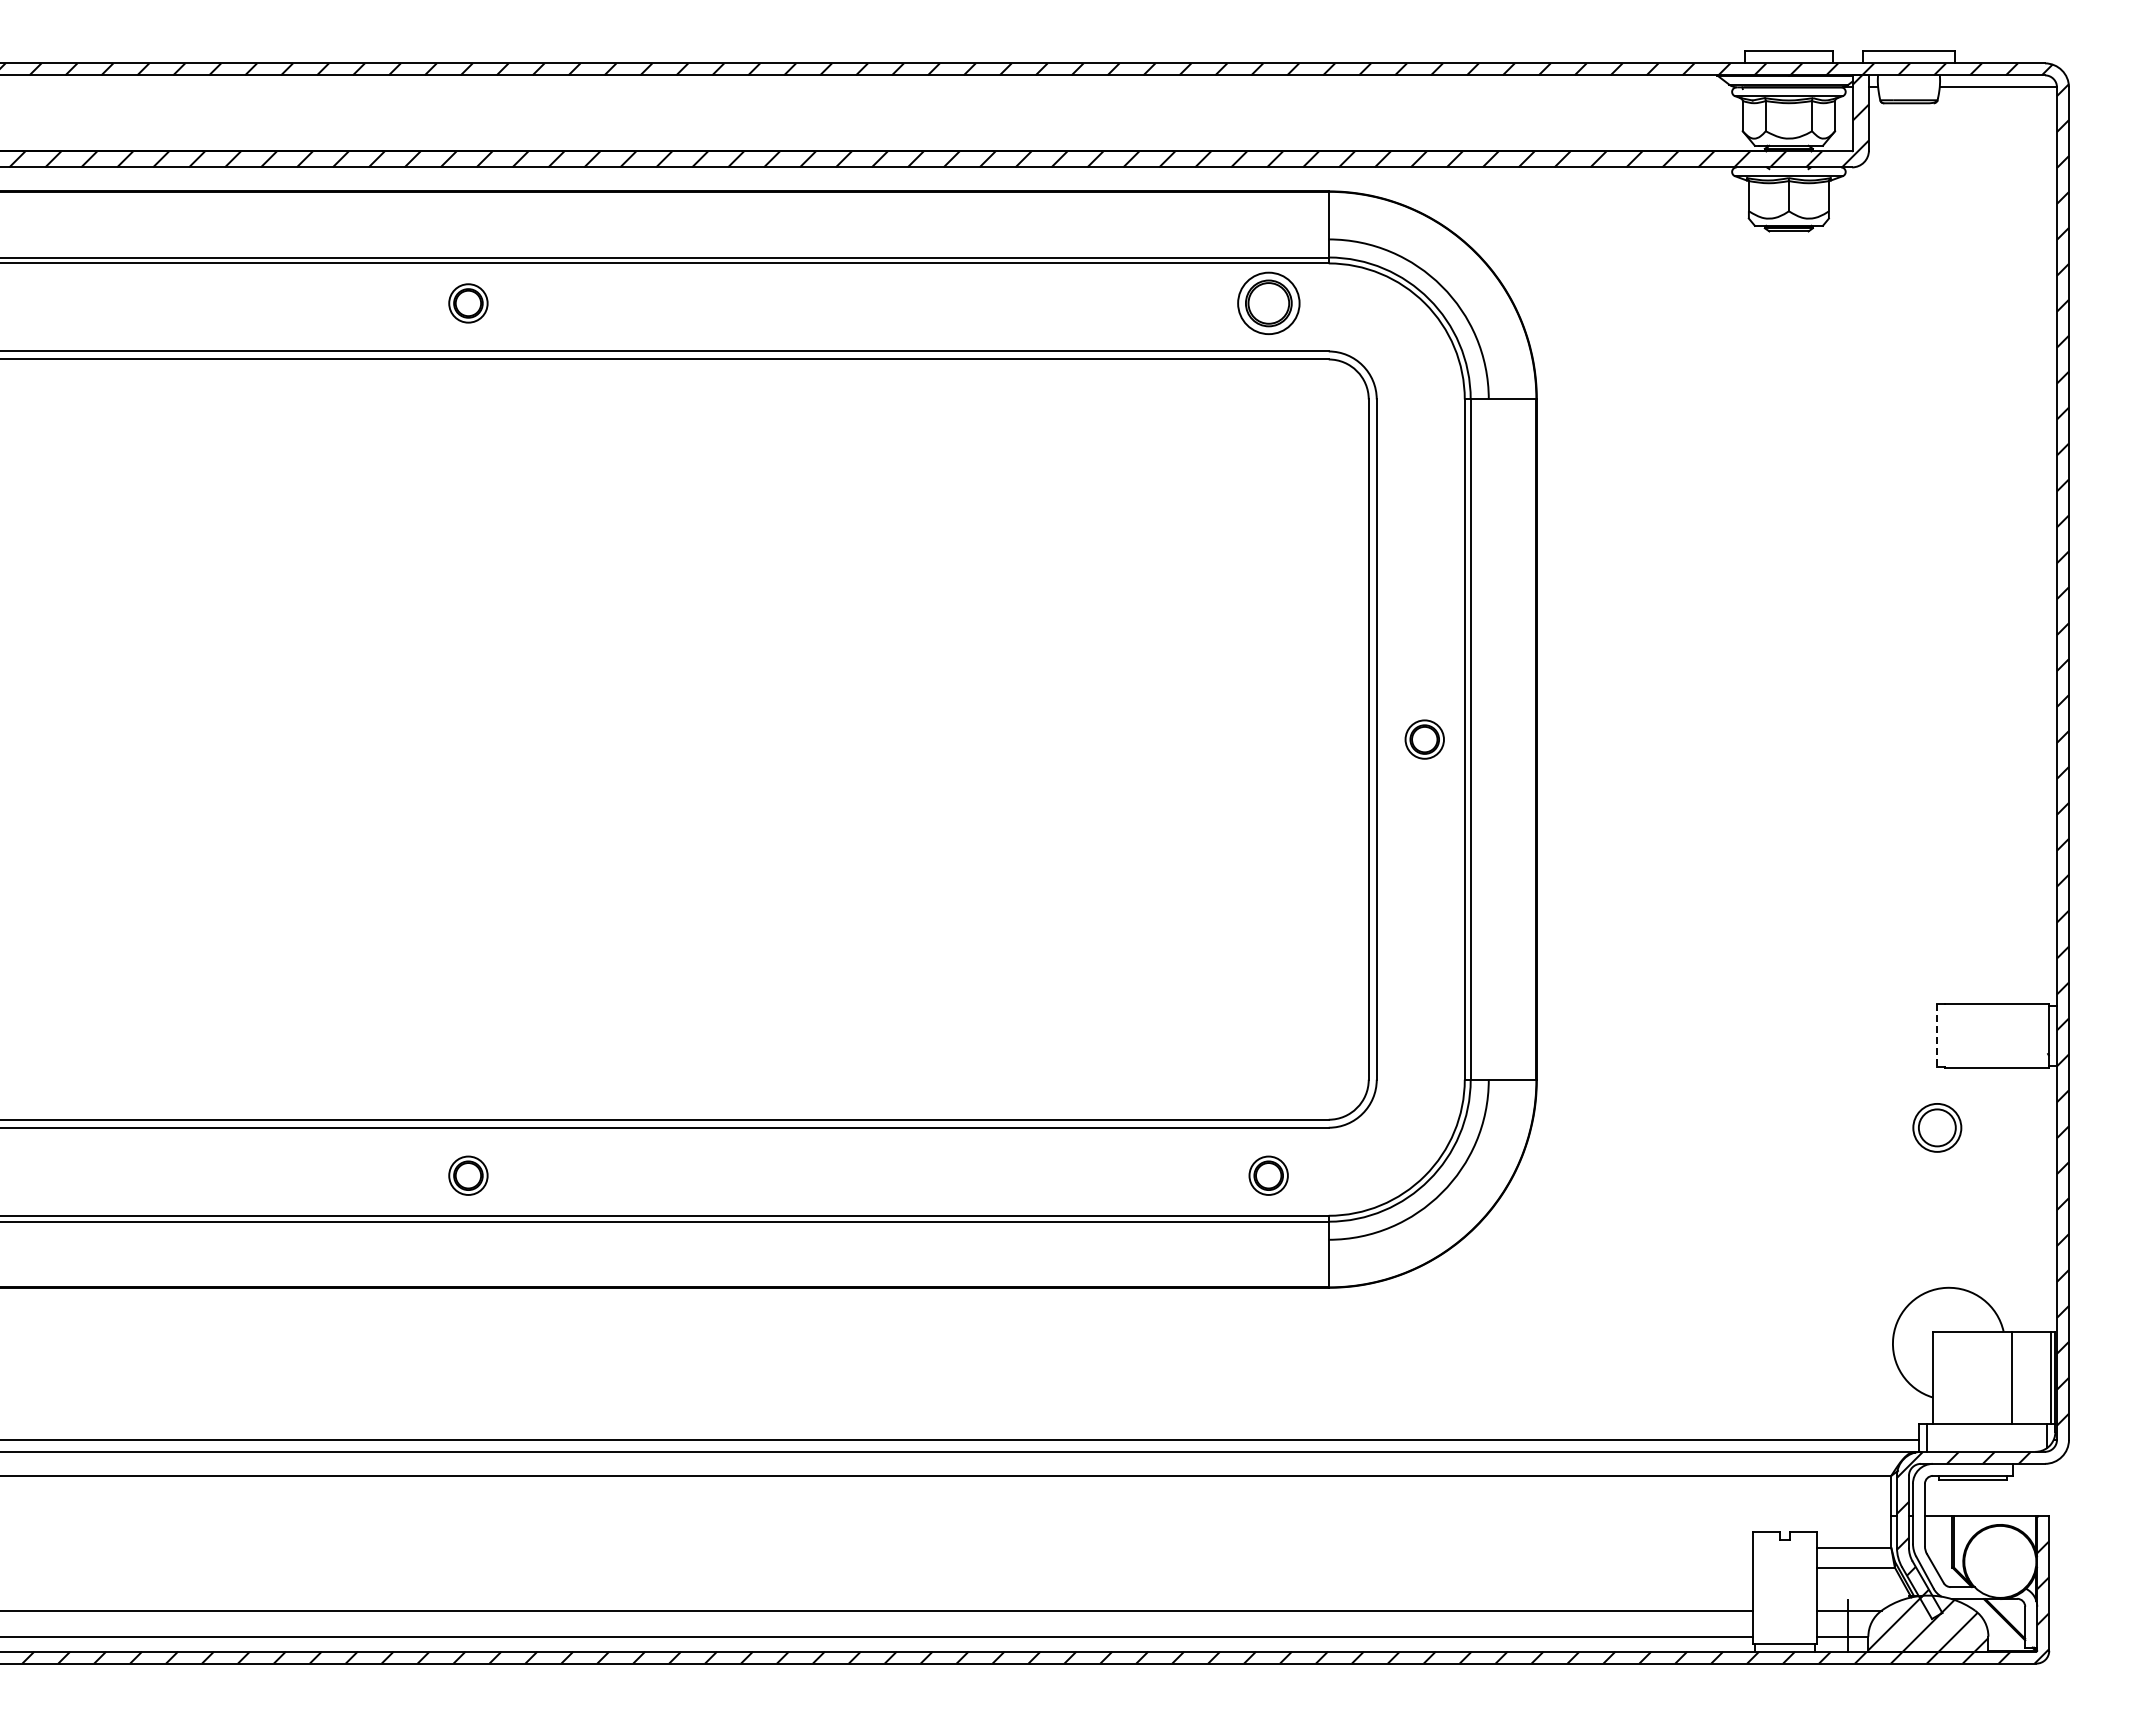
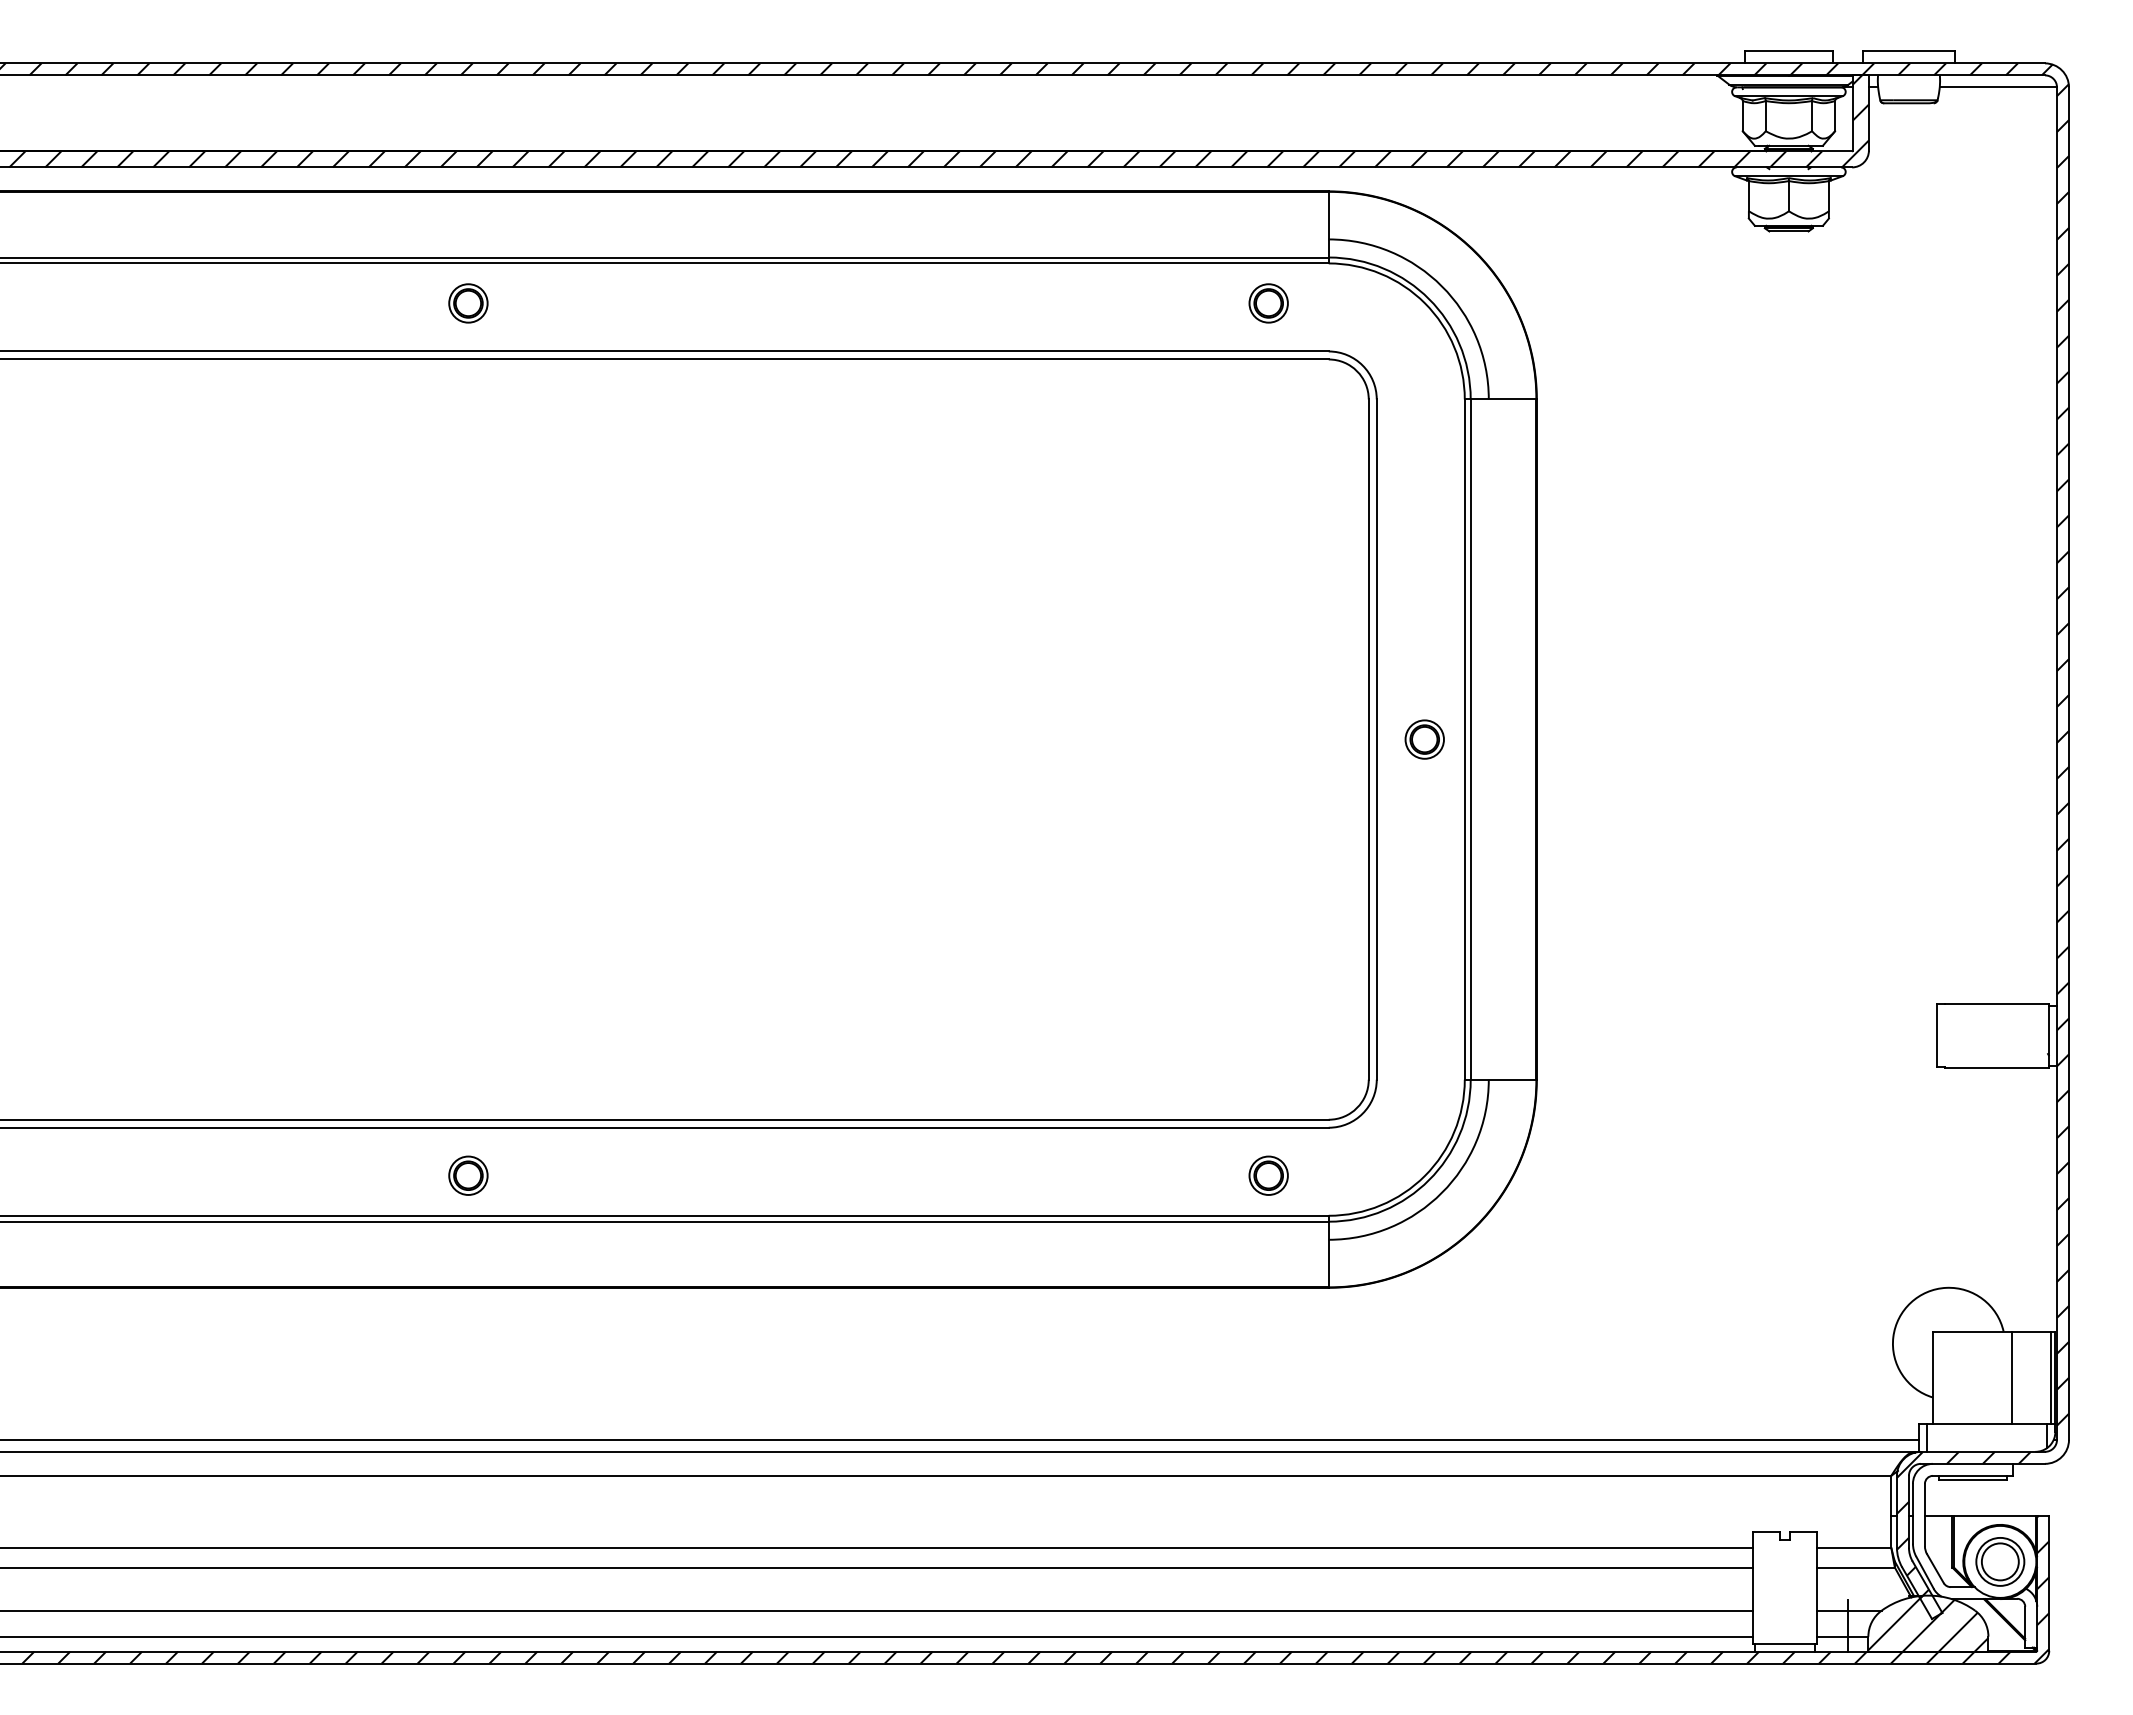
part at (1268, 302) size: 64x64 px -> 41x41 px
line at (1936, 1035): dashed -> solid
part at (1937, 1127) position: (1937, 1127) -> (2000, 1561)
line at (877, 1547): none -> present
line at (877, 1567): none -> present
